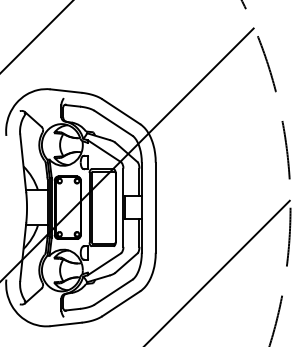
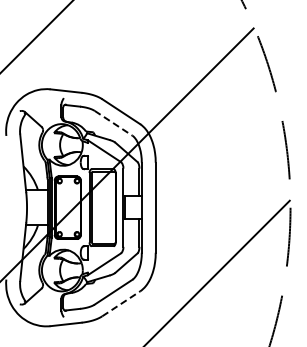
line at (113, 123): solid -> dashed
line at (121, 303): solid -> dashed
